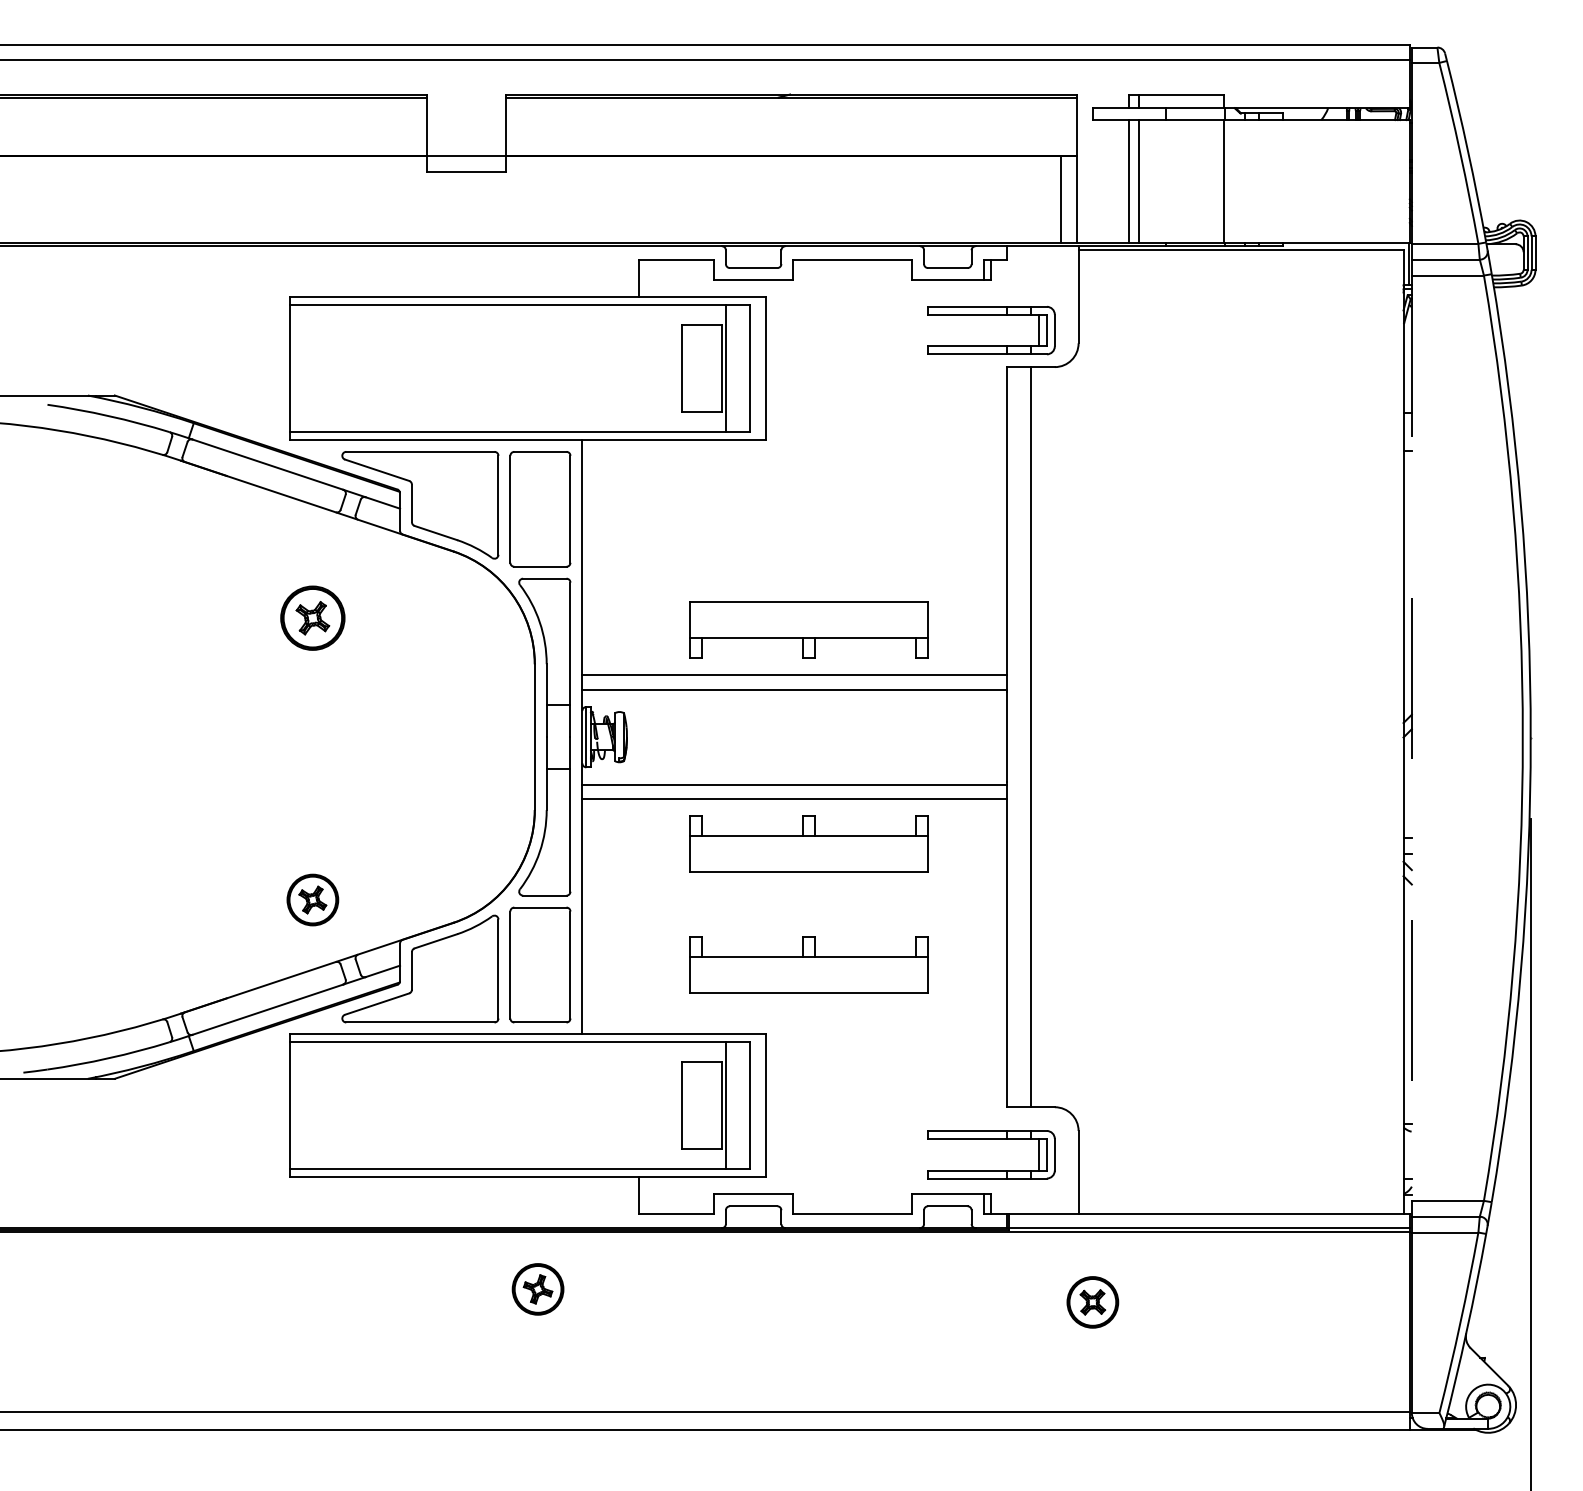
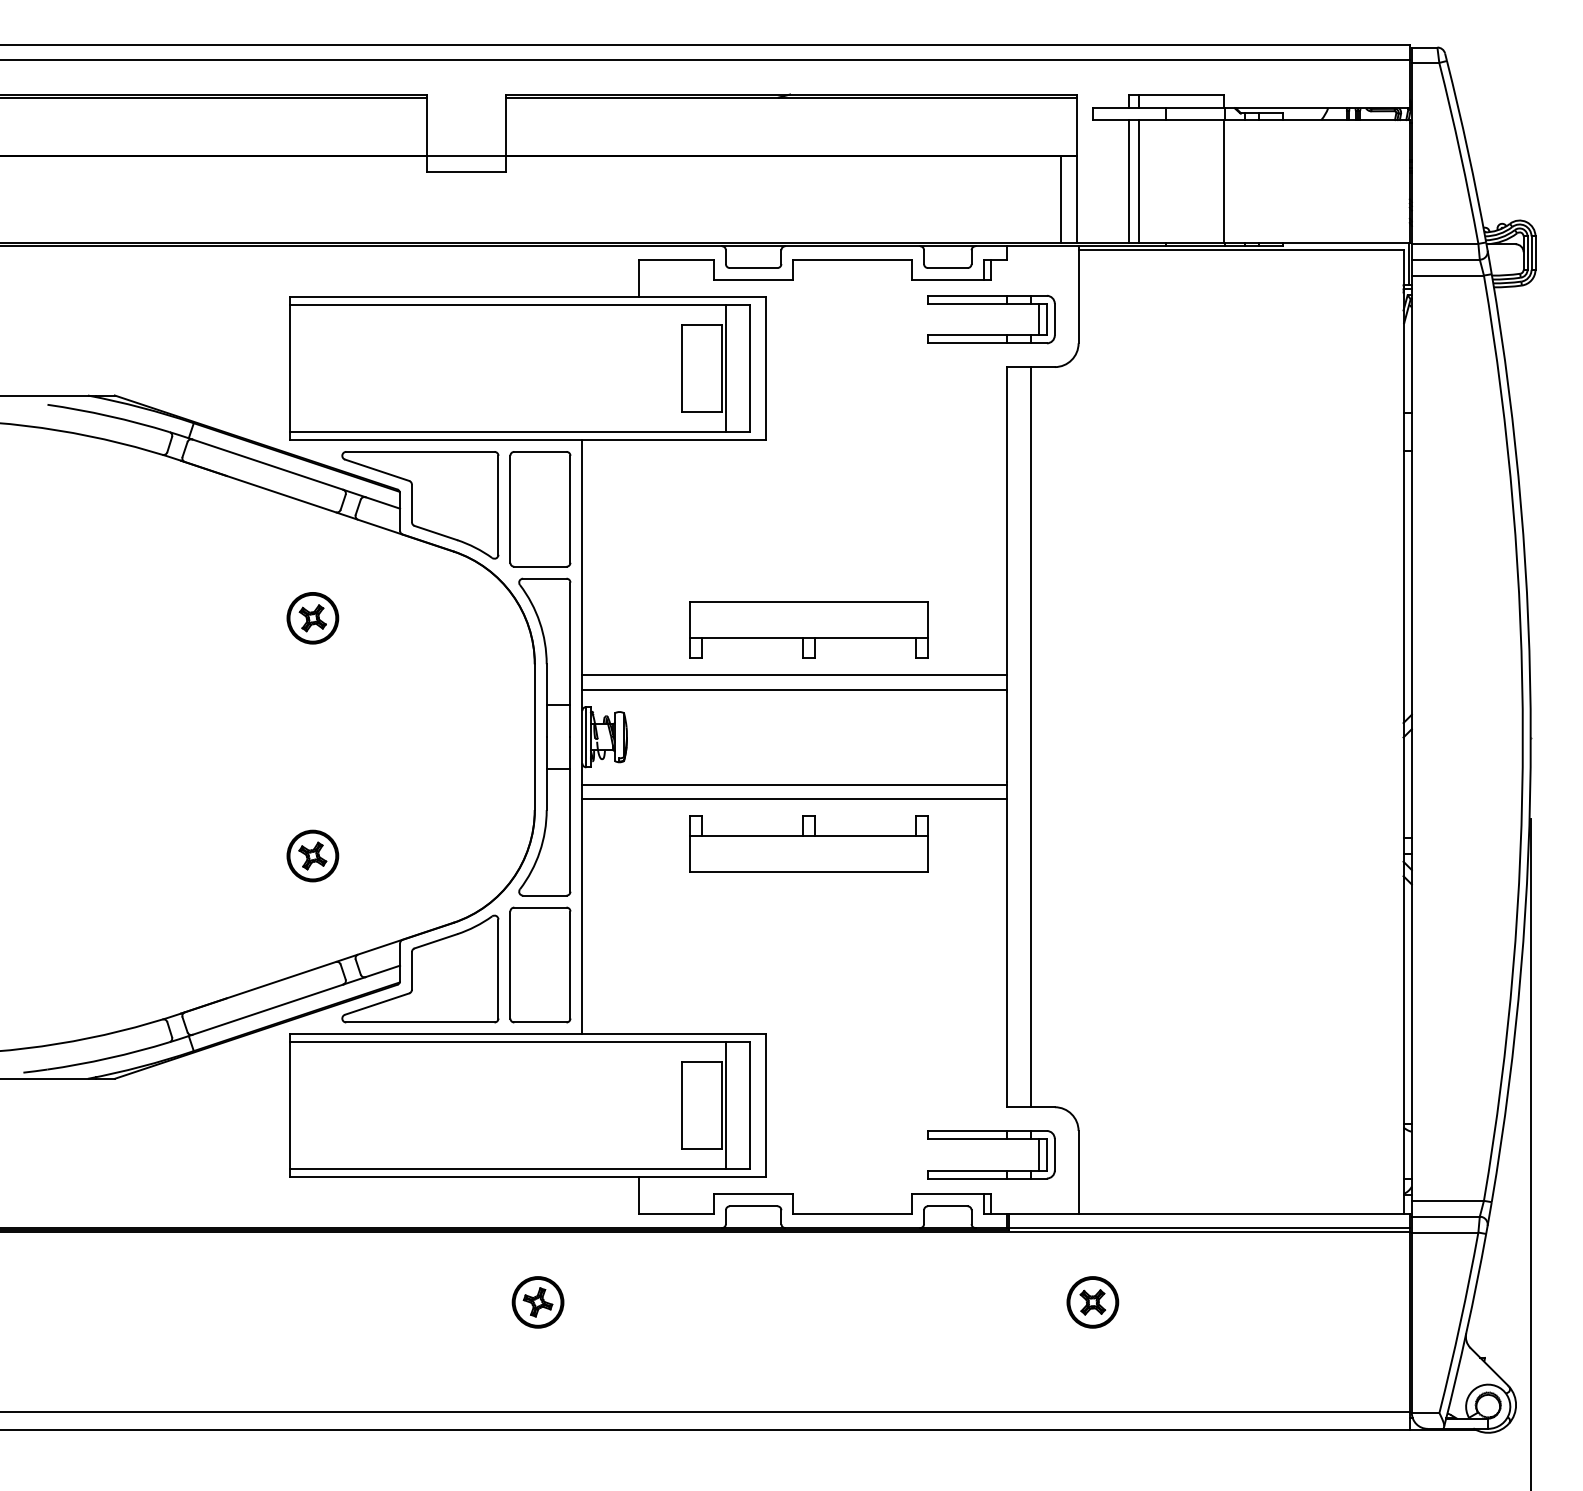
part at (991, 315) position: (991, 315) -> (991, 304)
part at (312, 617) size: 66x66 px -> 54x53 px
line at (1411, 738): dashed -> solid
part at (312, 899) position: (312, 899) -> (312, 855)
part at (808, 964): present -> none
part at (537, 1289) position: (537, 1289) -> (537, 1302)
